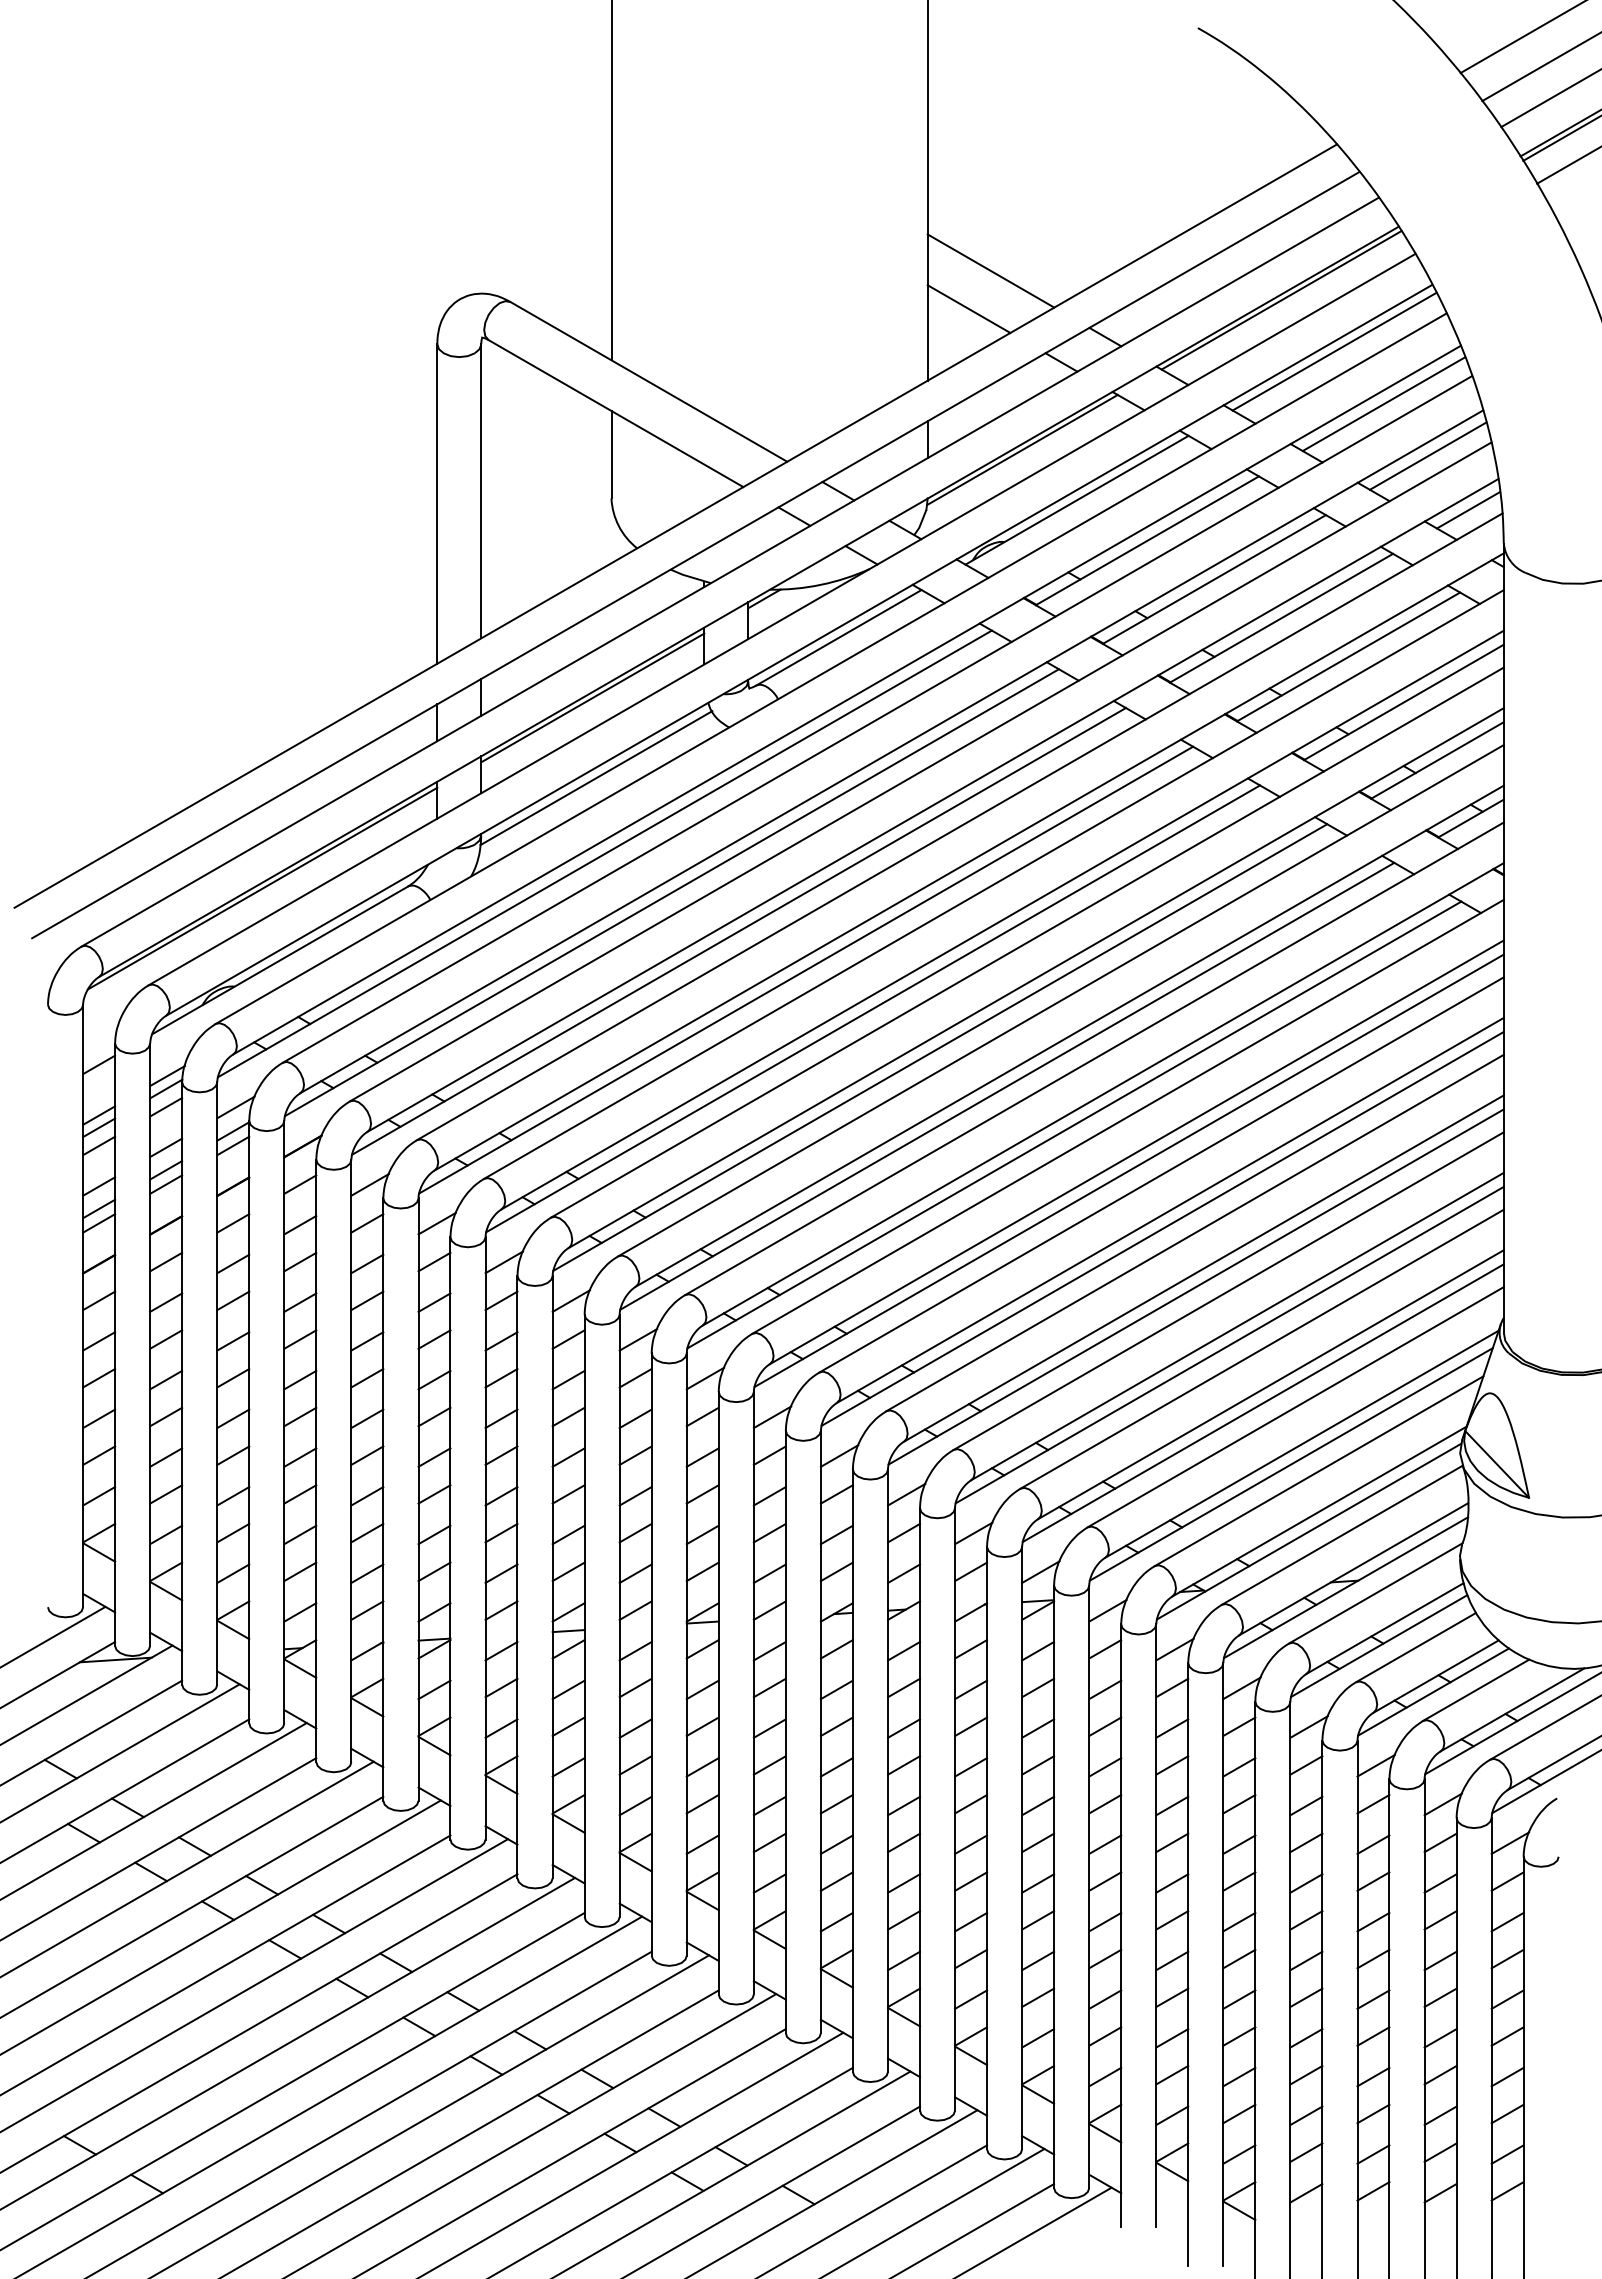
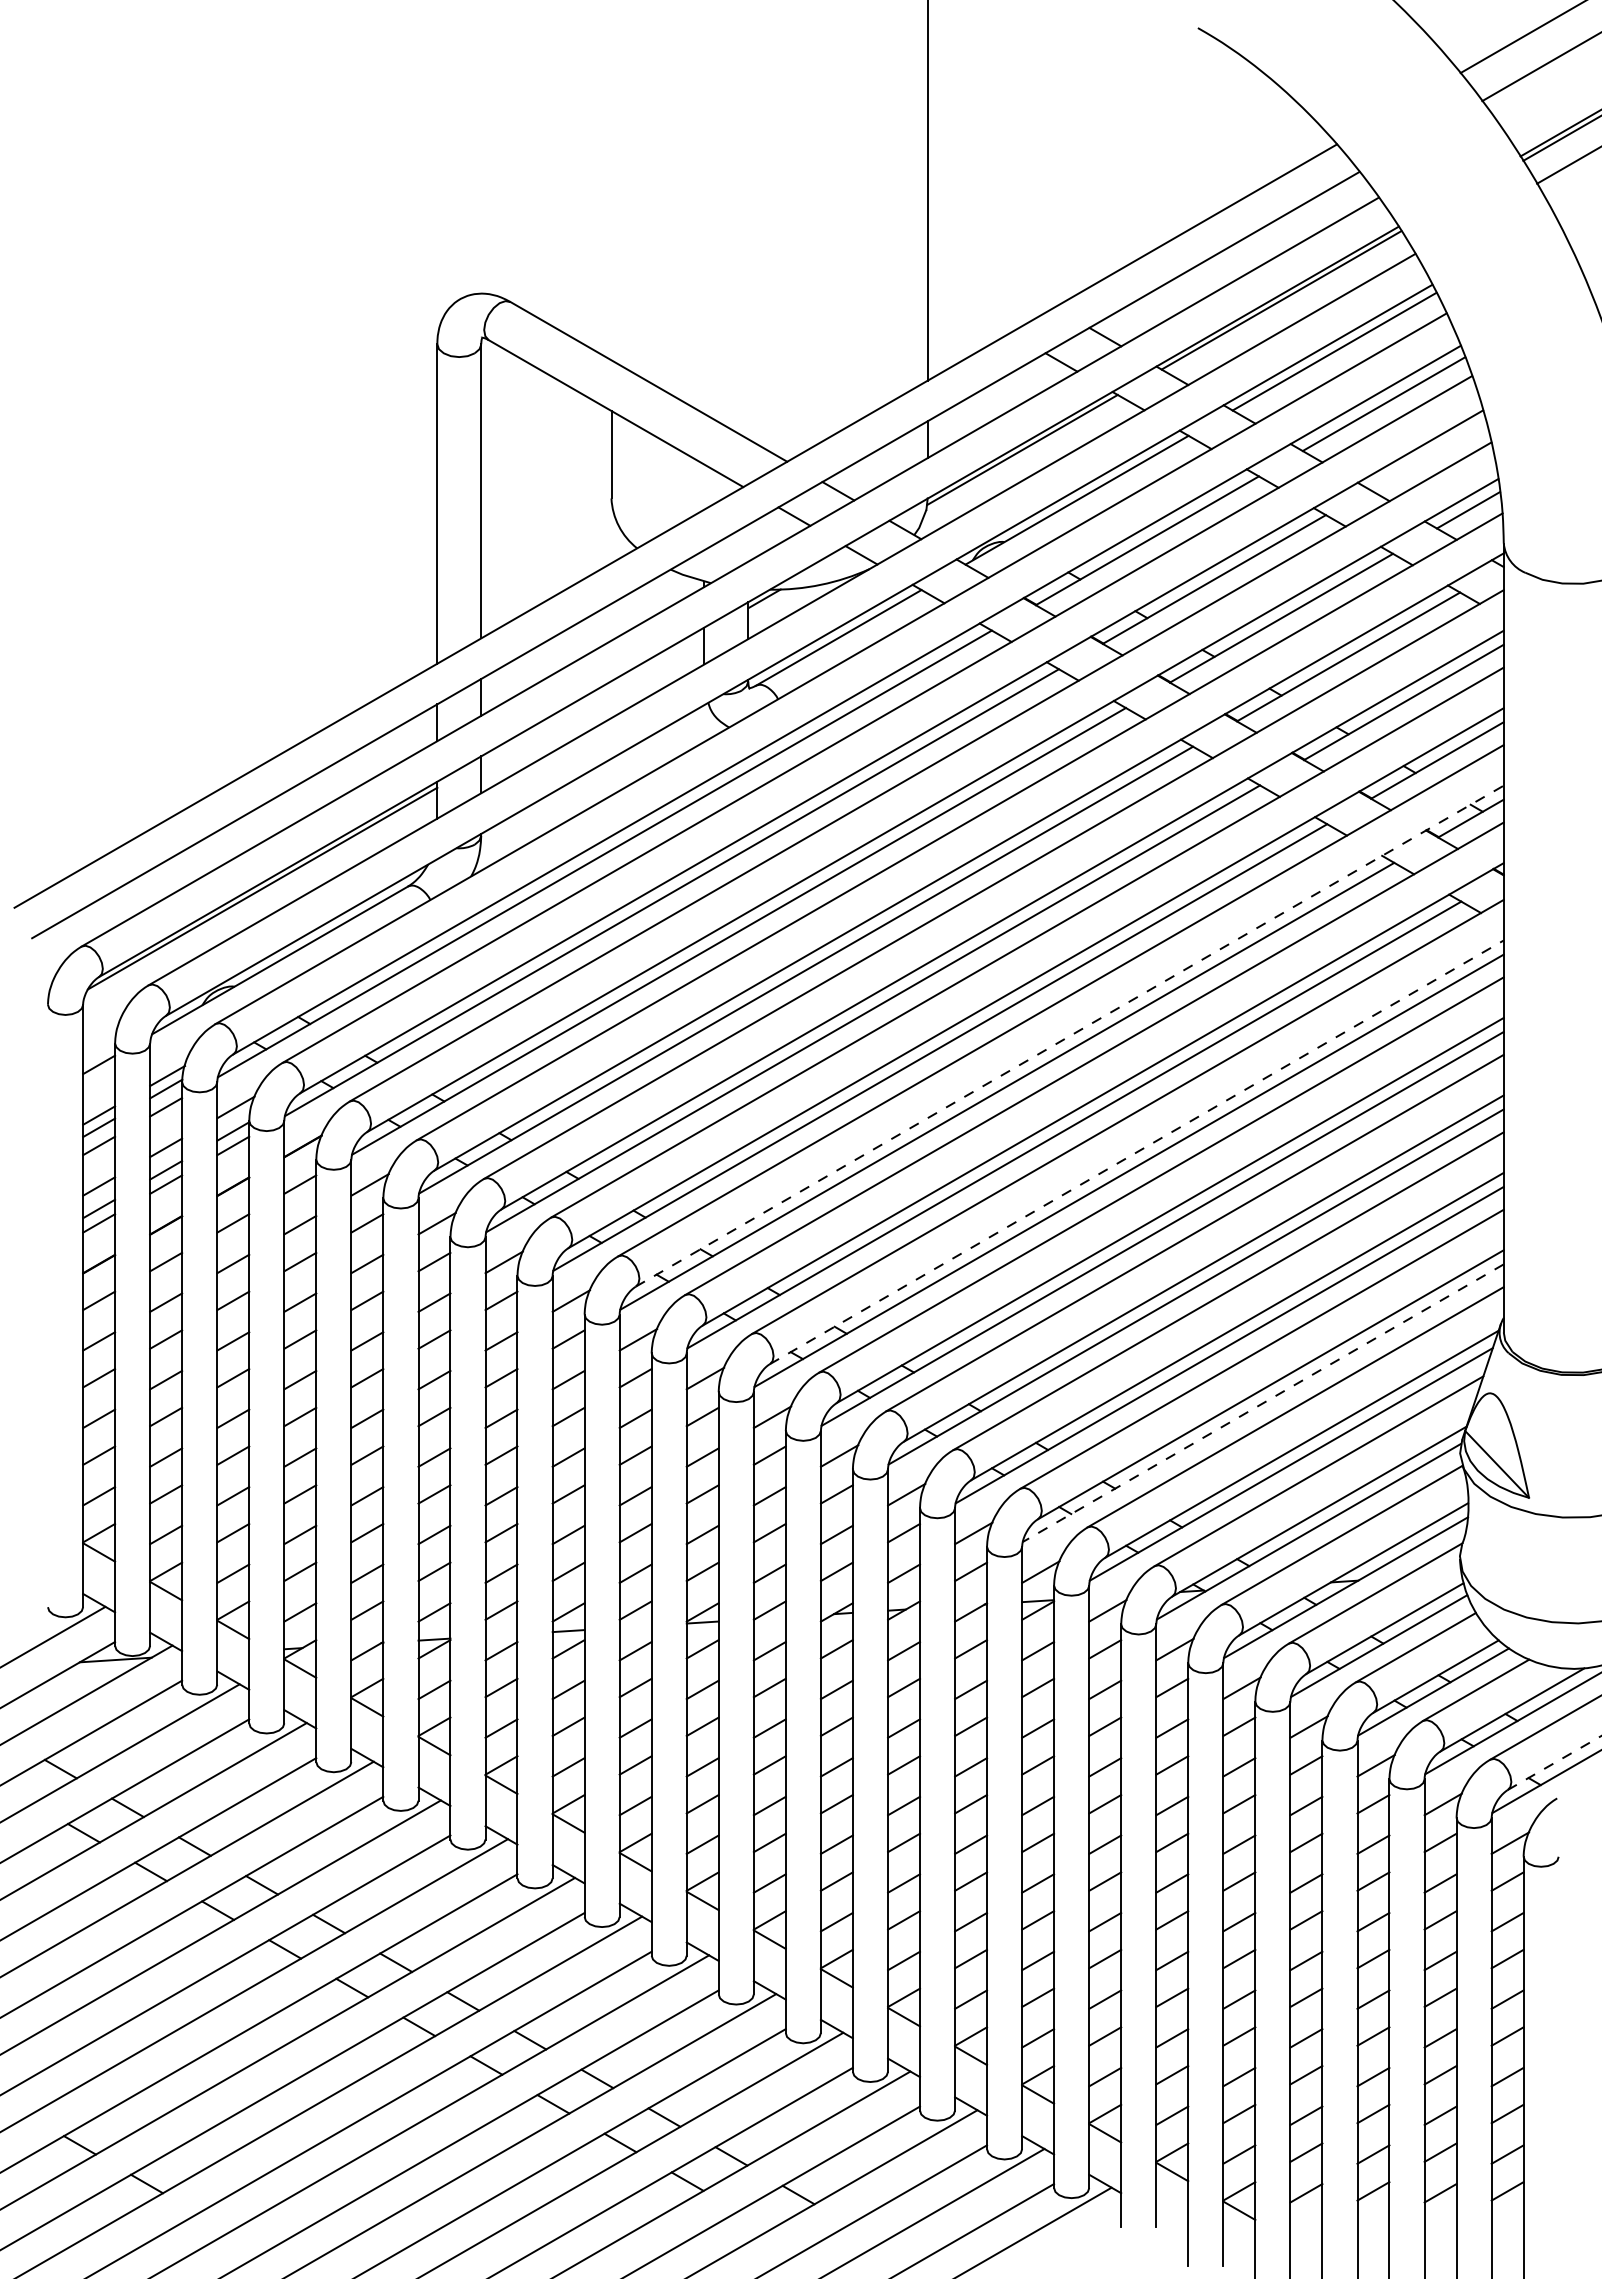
line at (1549, 98): present -> none
line at (611, 181): present -> none
line at (990, 270): present -> none
line at (968, 308): present -> none
line at (1427, 455): present -> none
line at (592, 697): present -> none
line at (596, 778): present -> none
line at (1070, 1035): solid -> dashed
line at (1136, 1152): solid -> dashed
line at (1263, 1403): solid -> dashed
line at (1554, 1763): solid -> dashed
